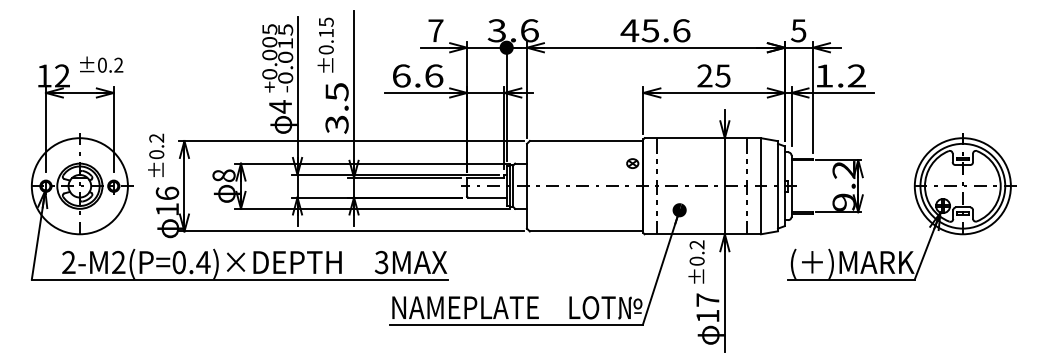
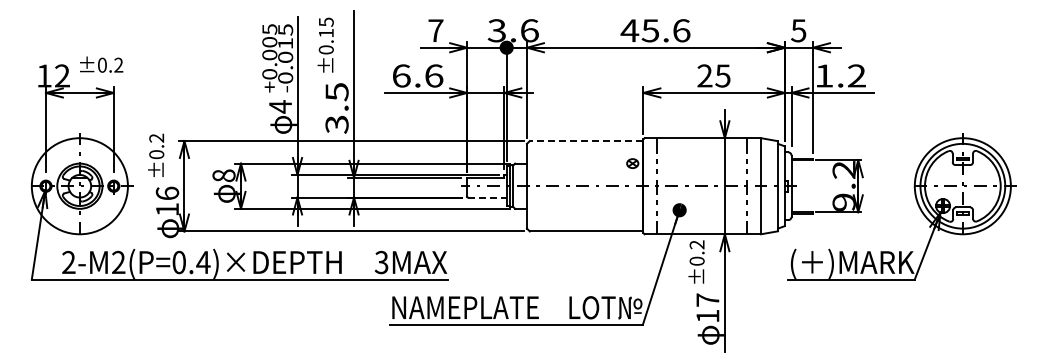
line at (586, 141): solid -> dashed
line at (487, 197): solid -> dashed
